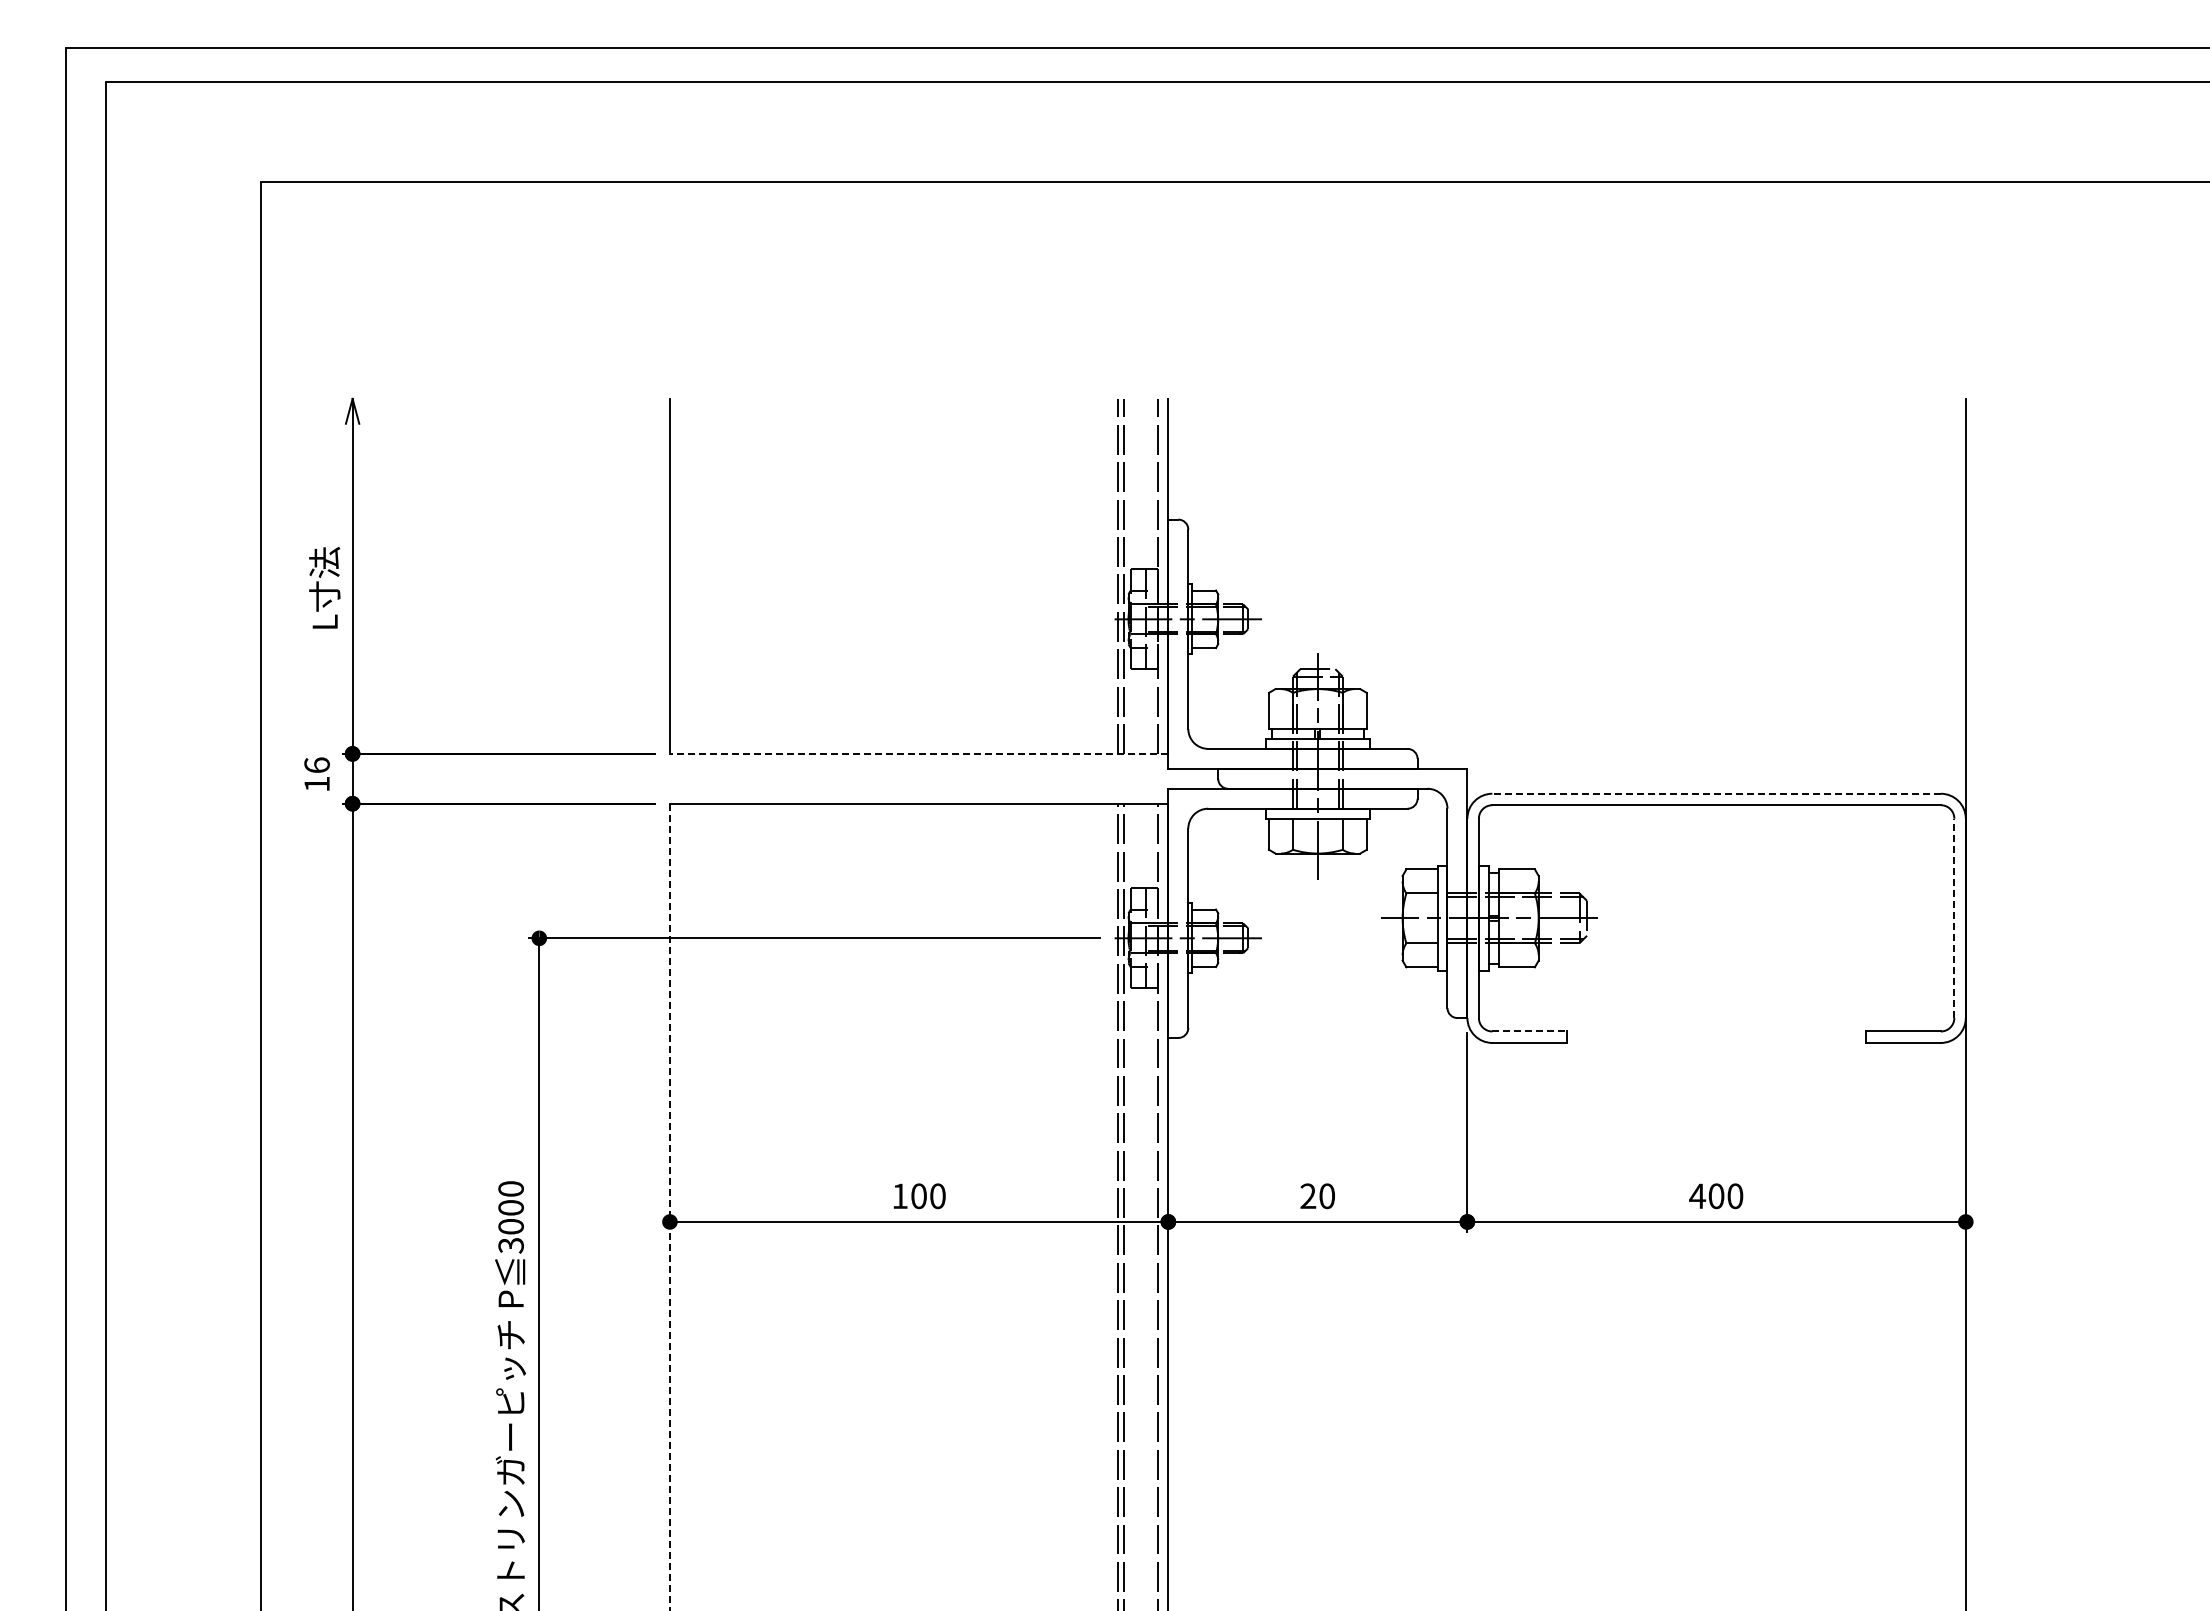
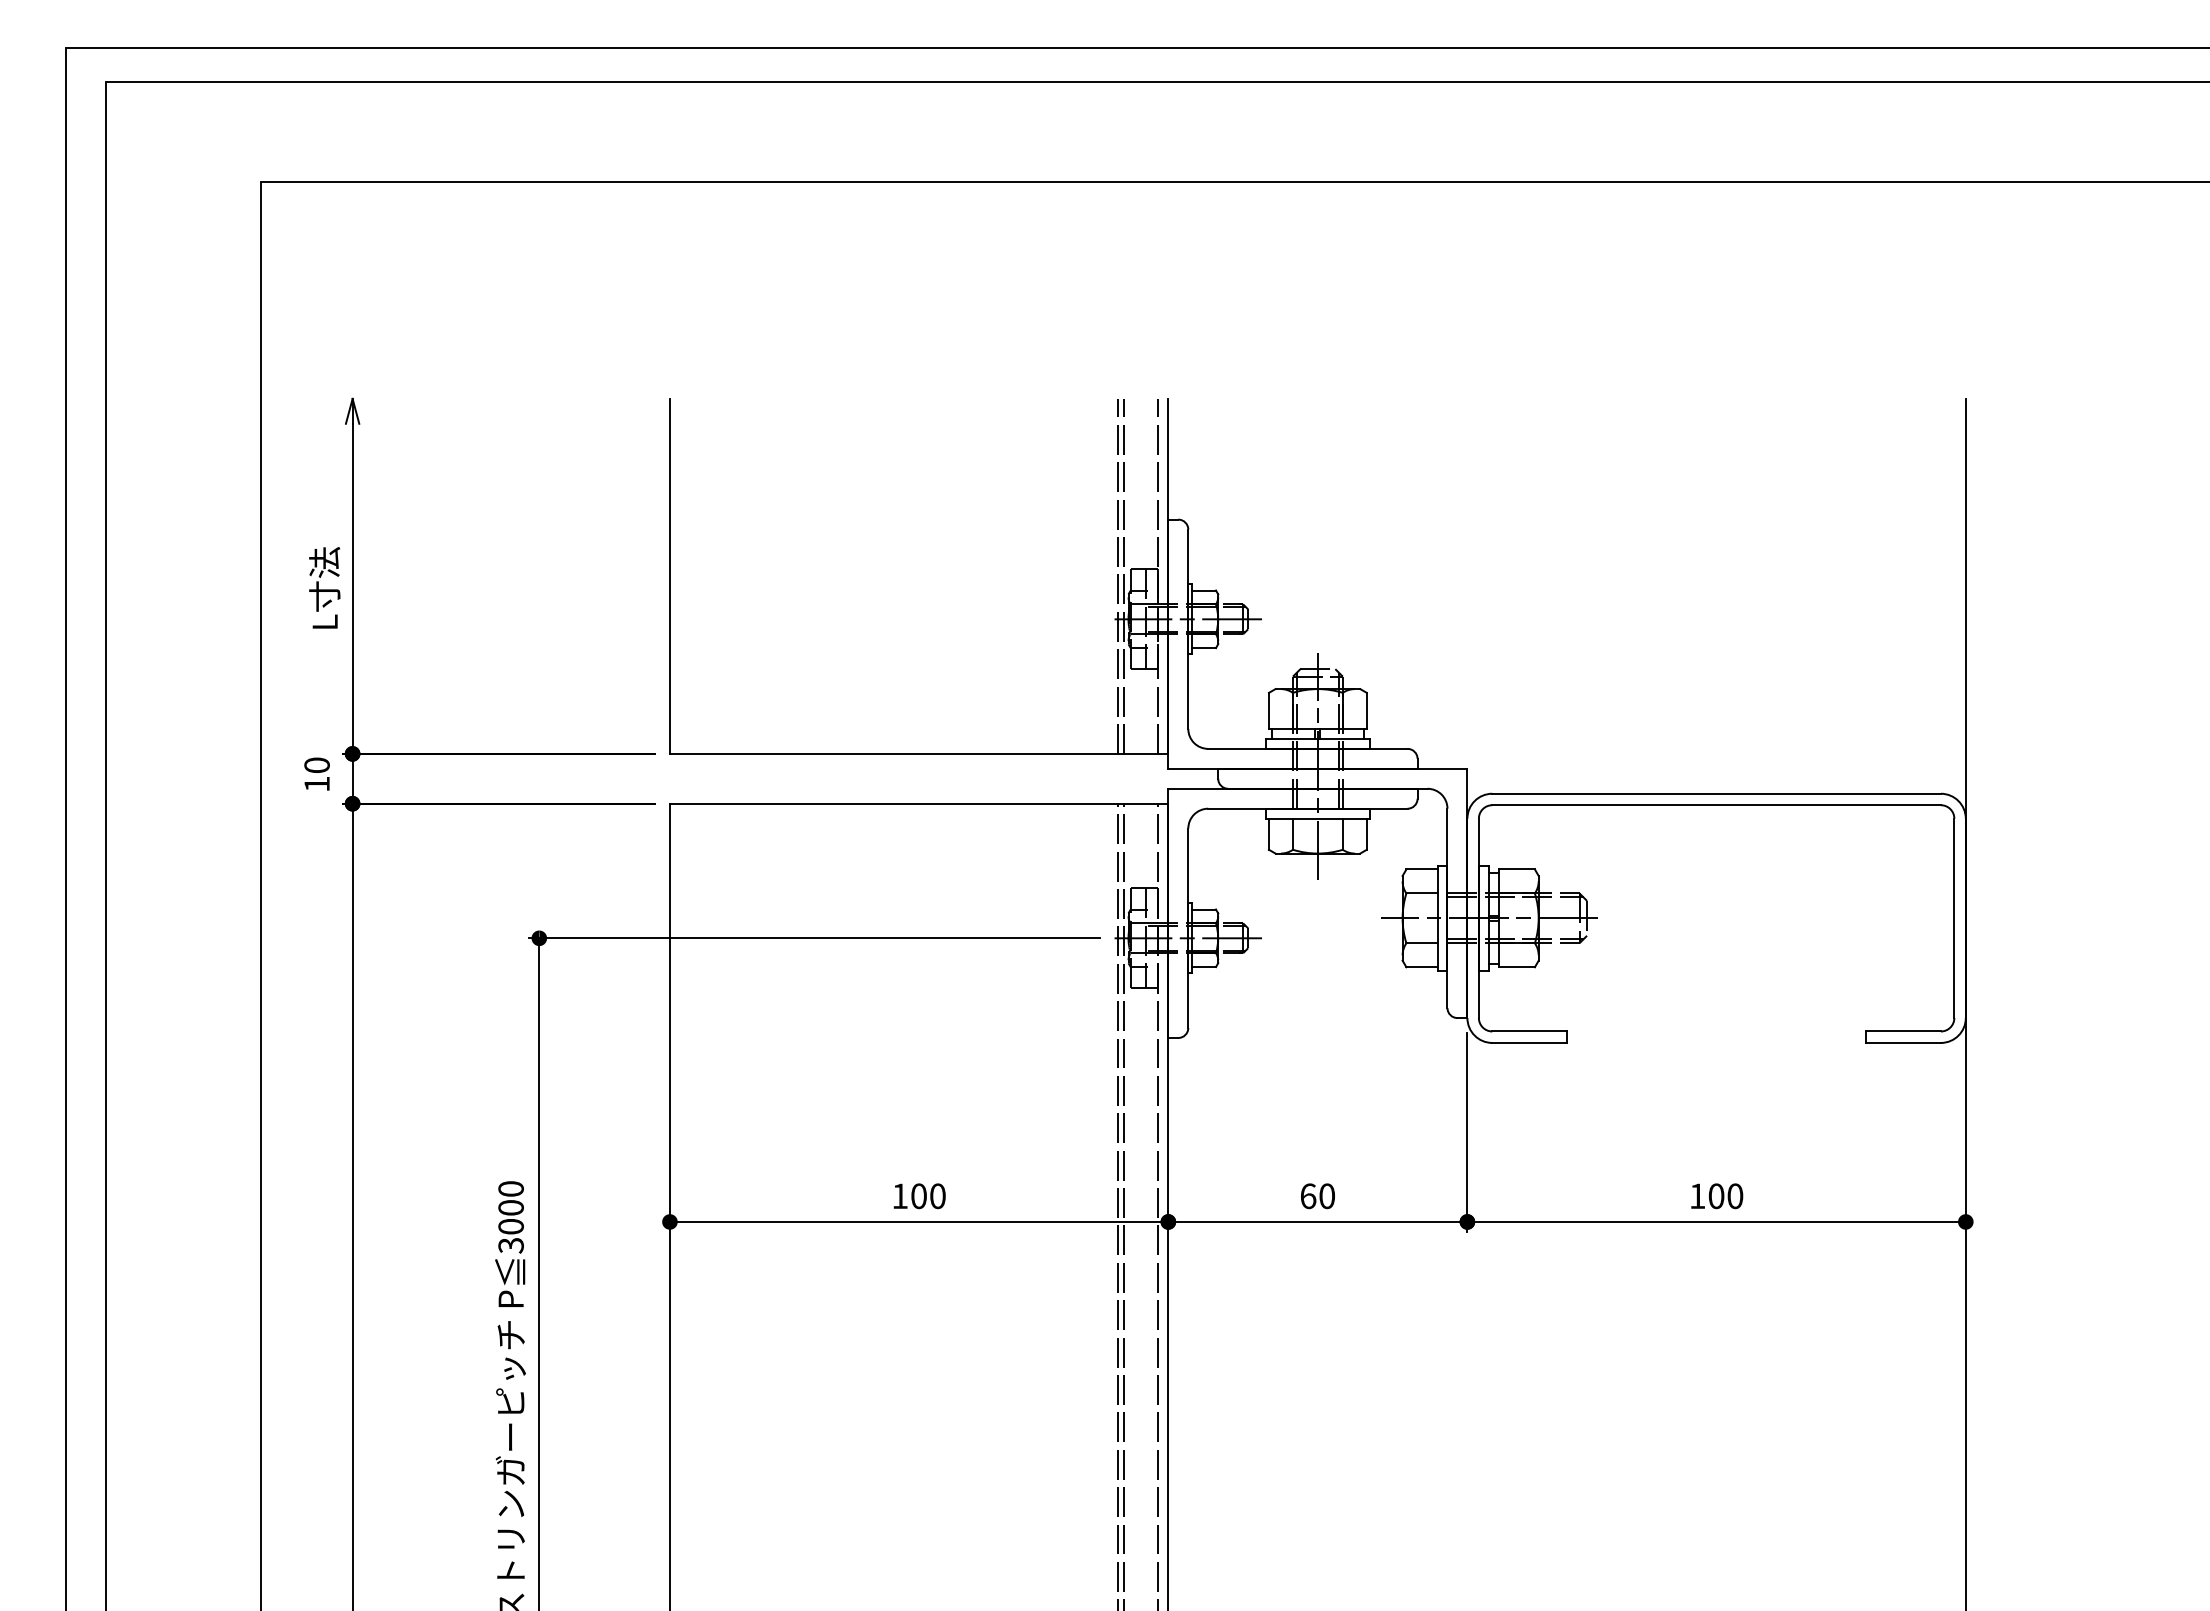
line at (918, 753): dashed -> solid
text at (316, 764): 16 -> 10
line at (1716, 793): dashed -> solid
line at (1954, 918): dashed -> solid
line at (1530, 1031): dashed -> solid
text at (1697, 1195): 400 -> 100
text at (1308, 1196): 20 -> 60
line at (669, 1207): dashed -> solid
